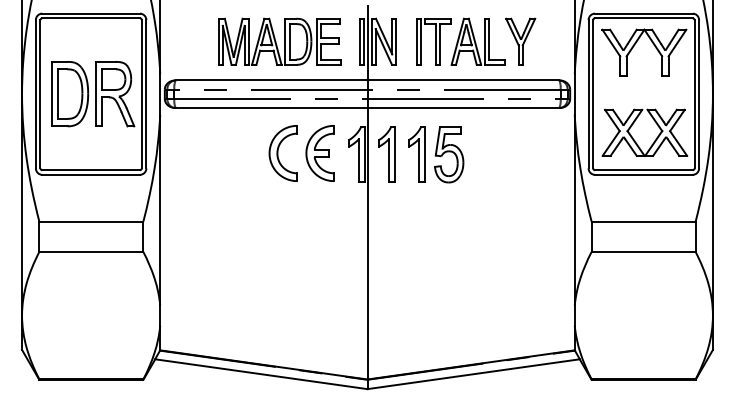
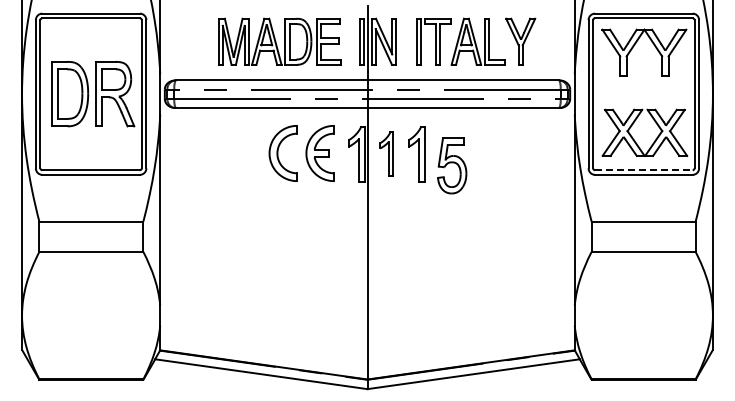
part at (386, 154) size: 18x57 px -> 15x46 px
part at (449, 154) position: (449, 154) -> (452, 165)
line at (643, 170): solid -> dashed
